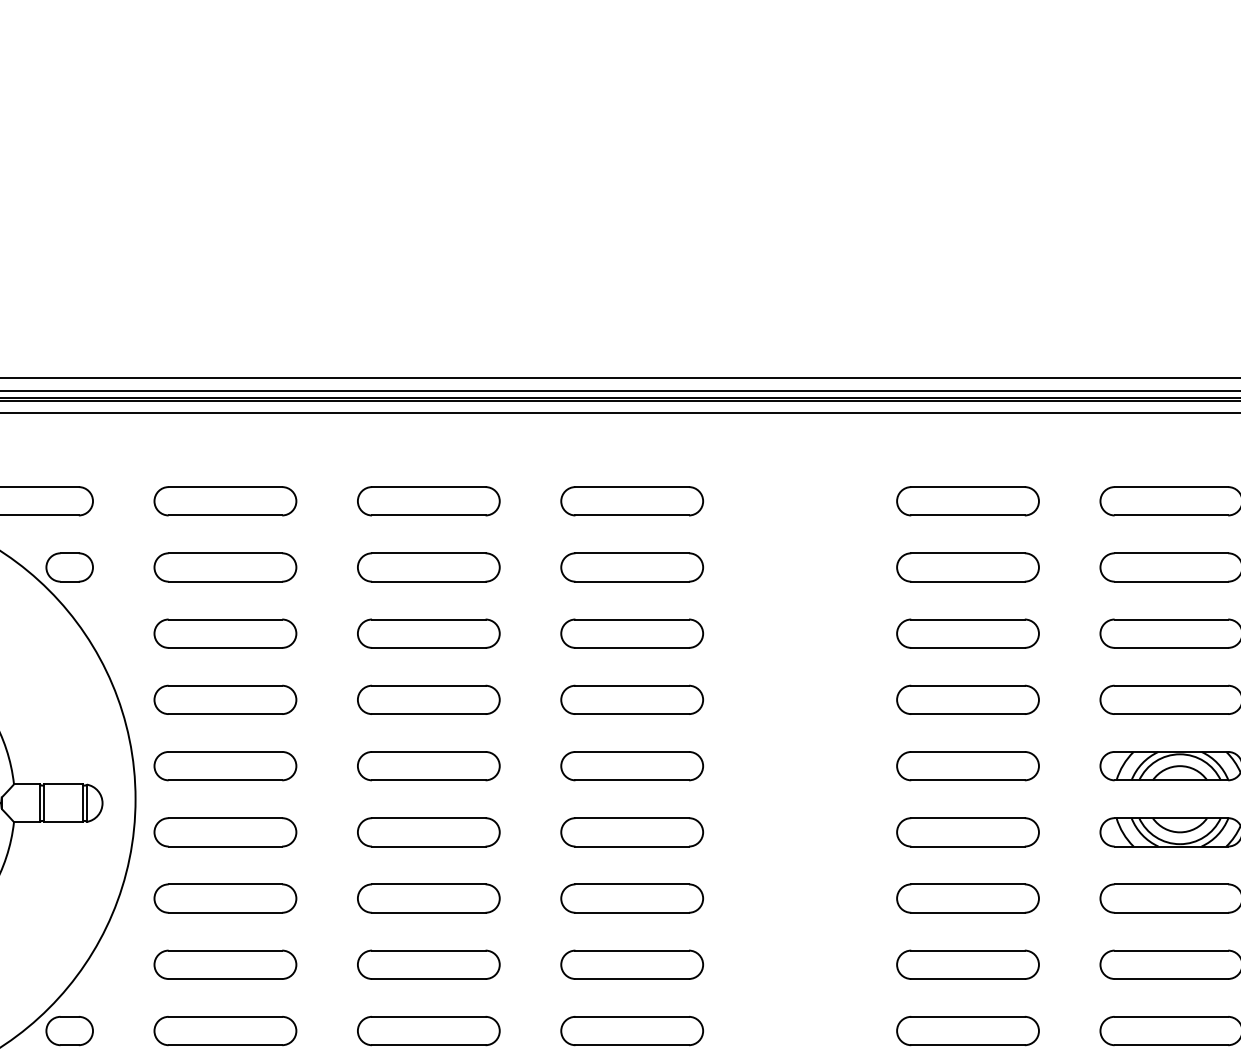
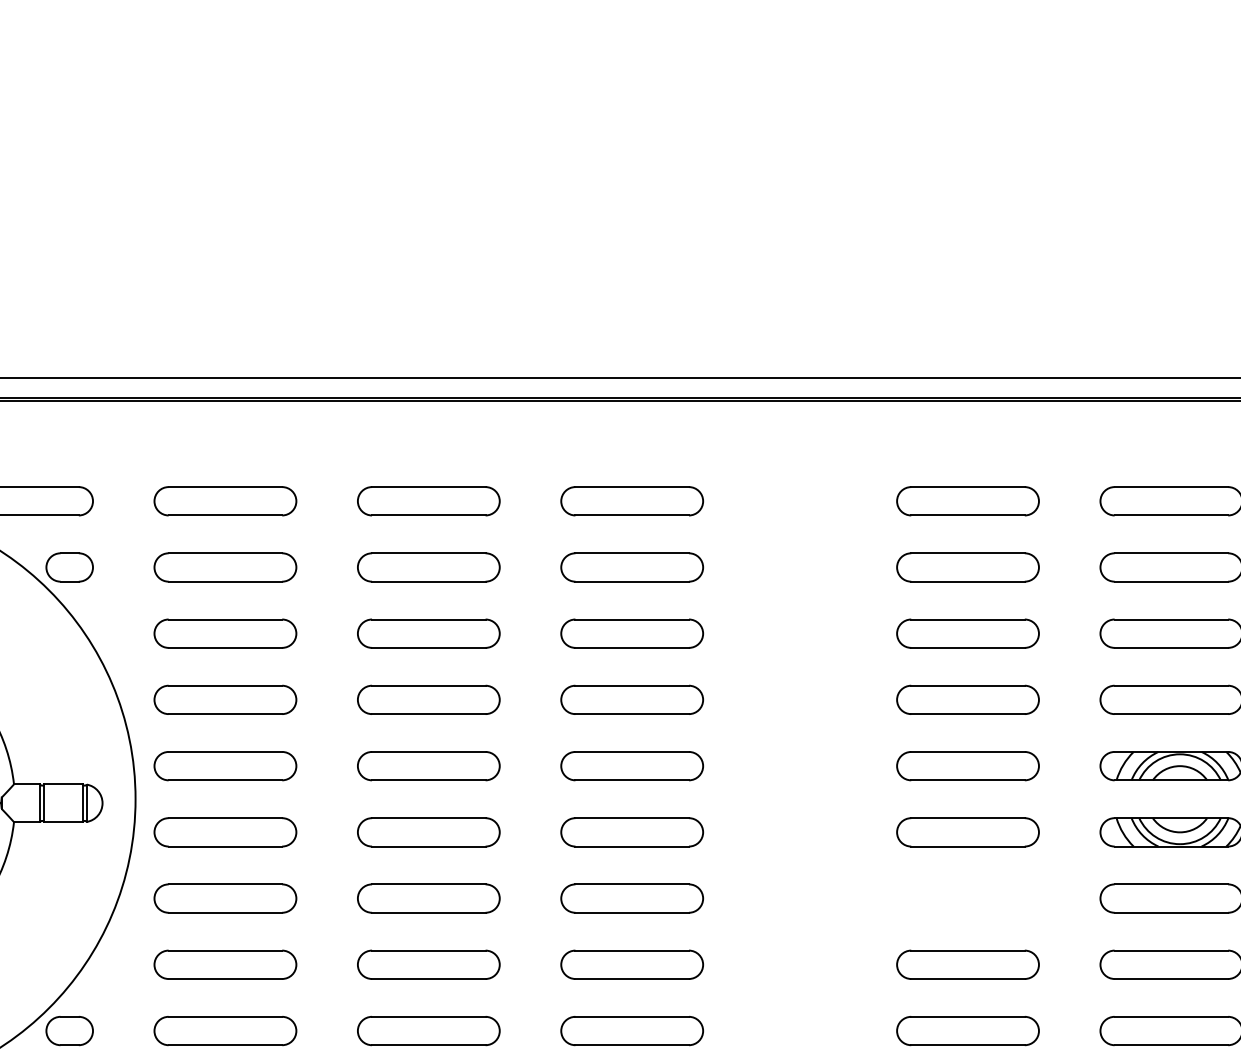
line at (619, 391): present -> none
line at (619, 413): present -> none
part at (967, 898): present -> none
